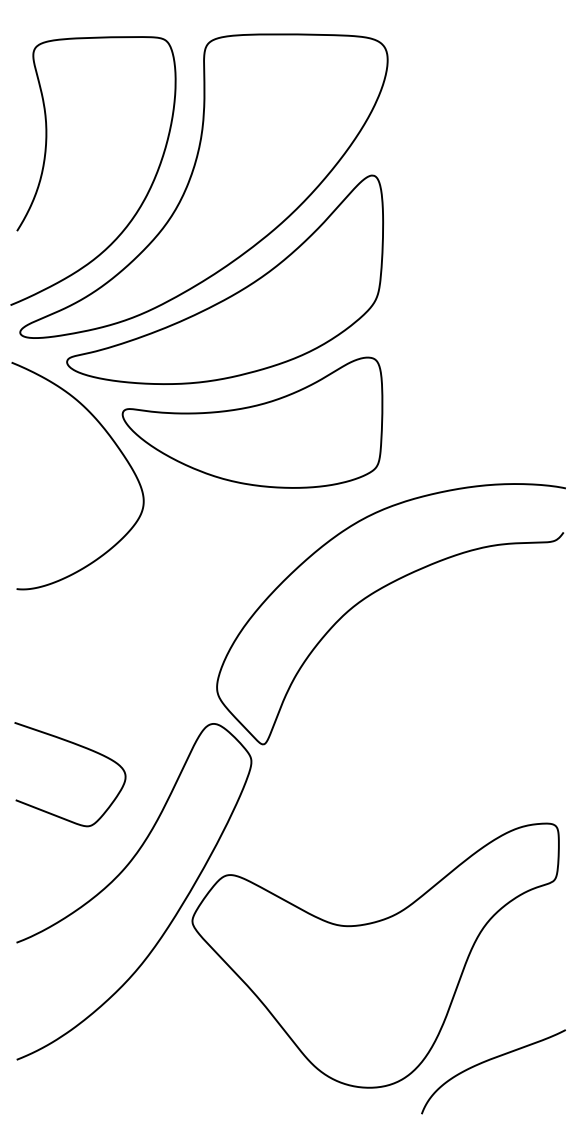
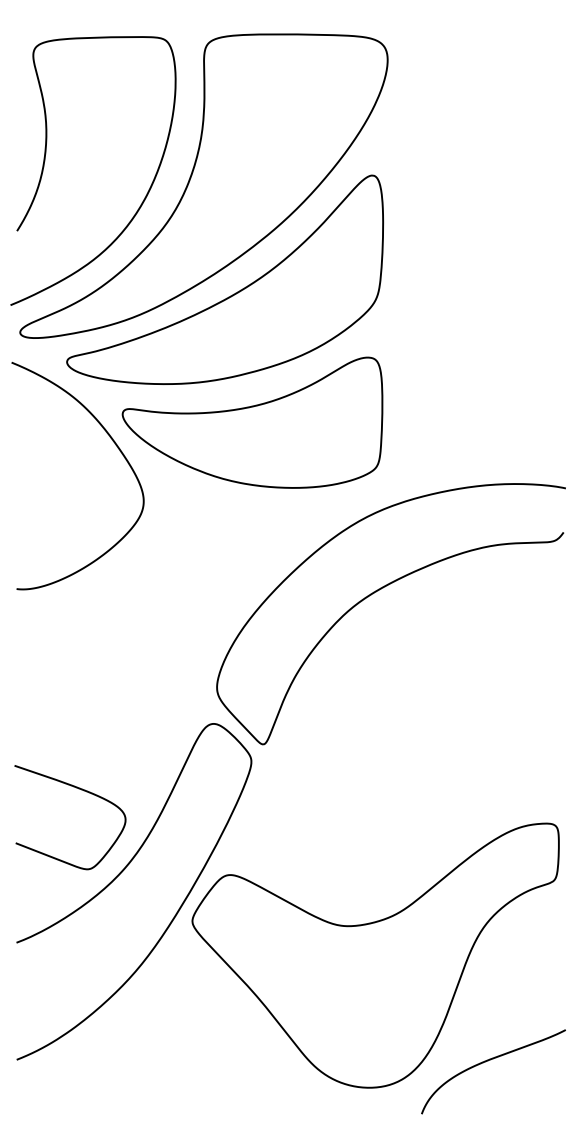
curve at (78, 746) position: (78, 746) -> (78, 789)
